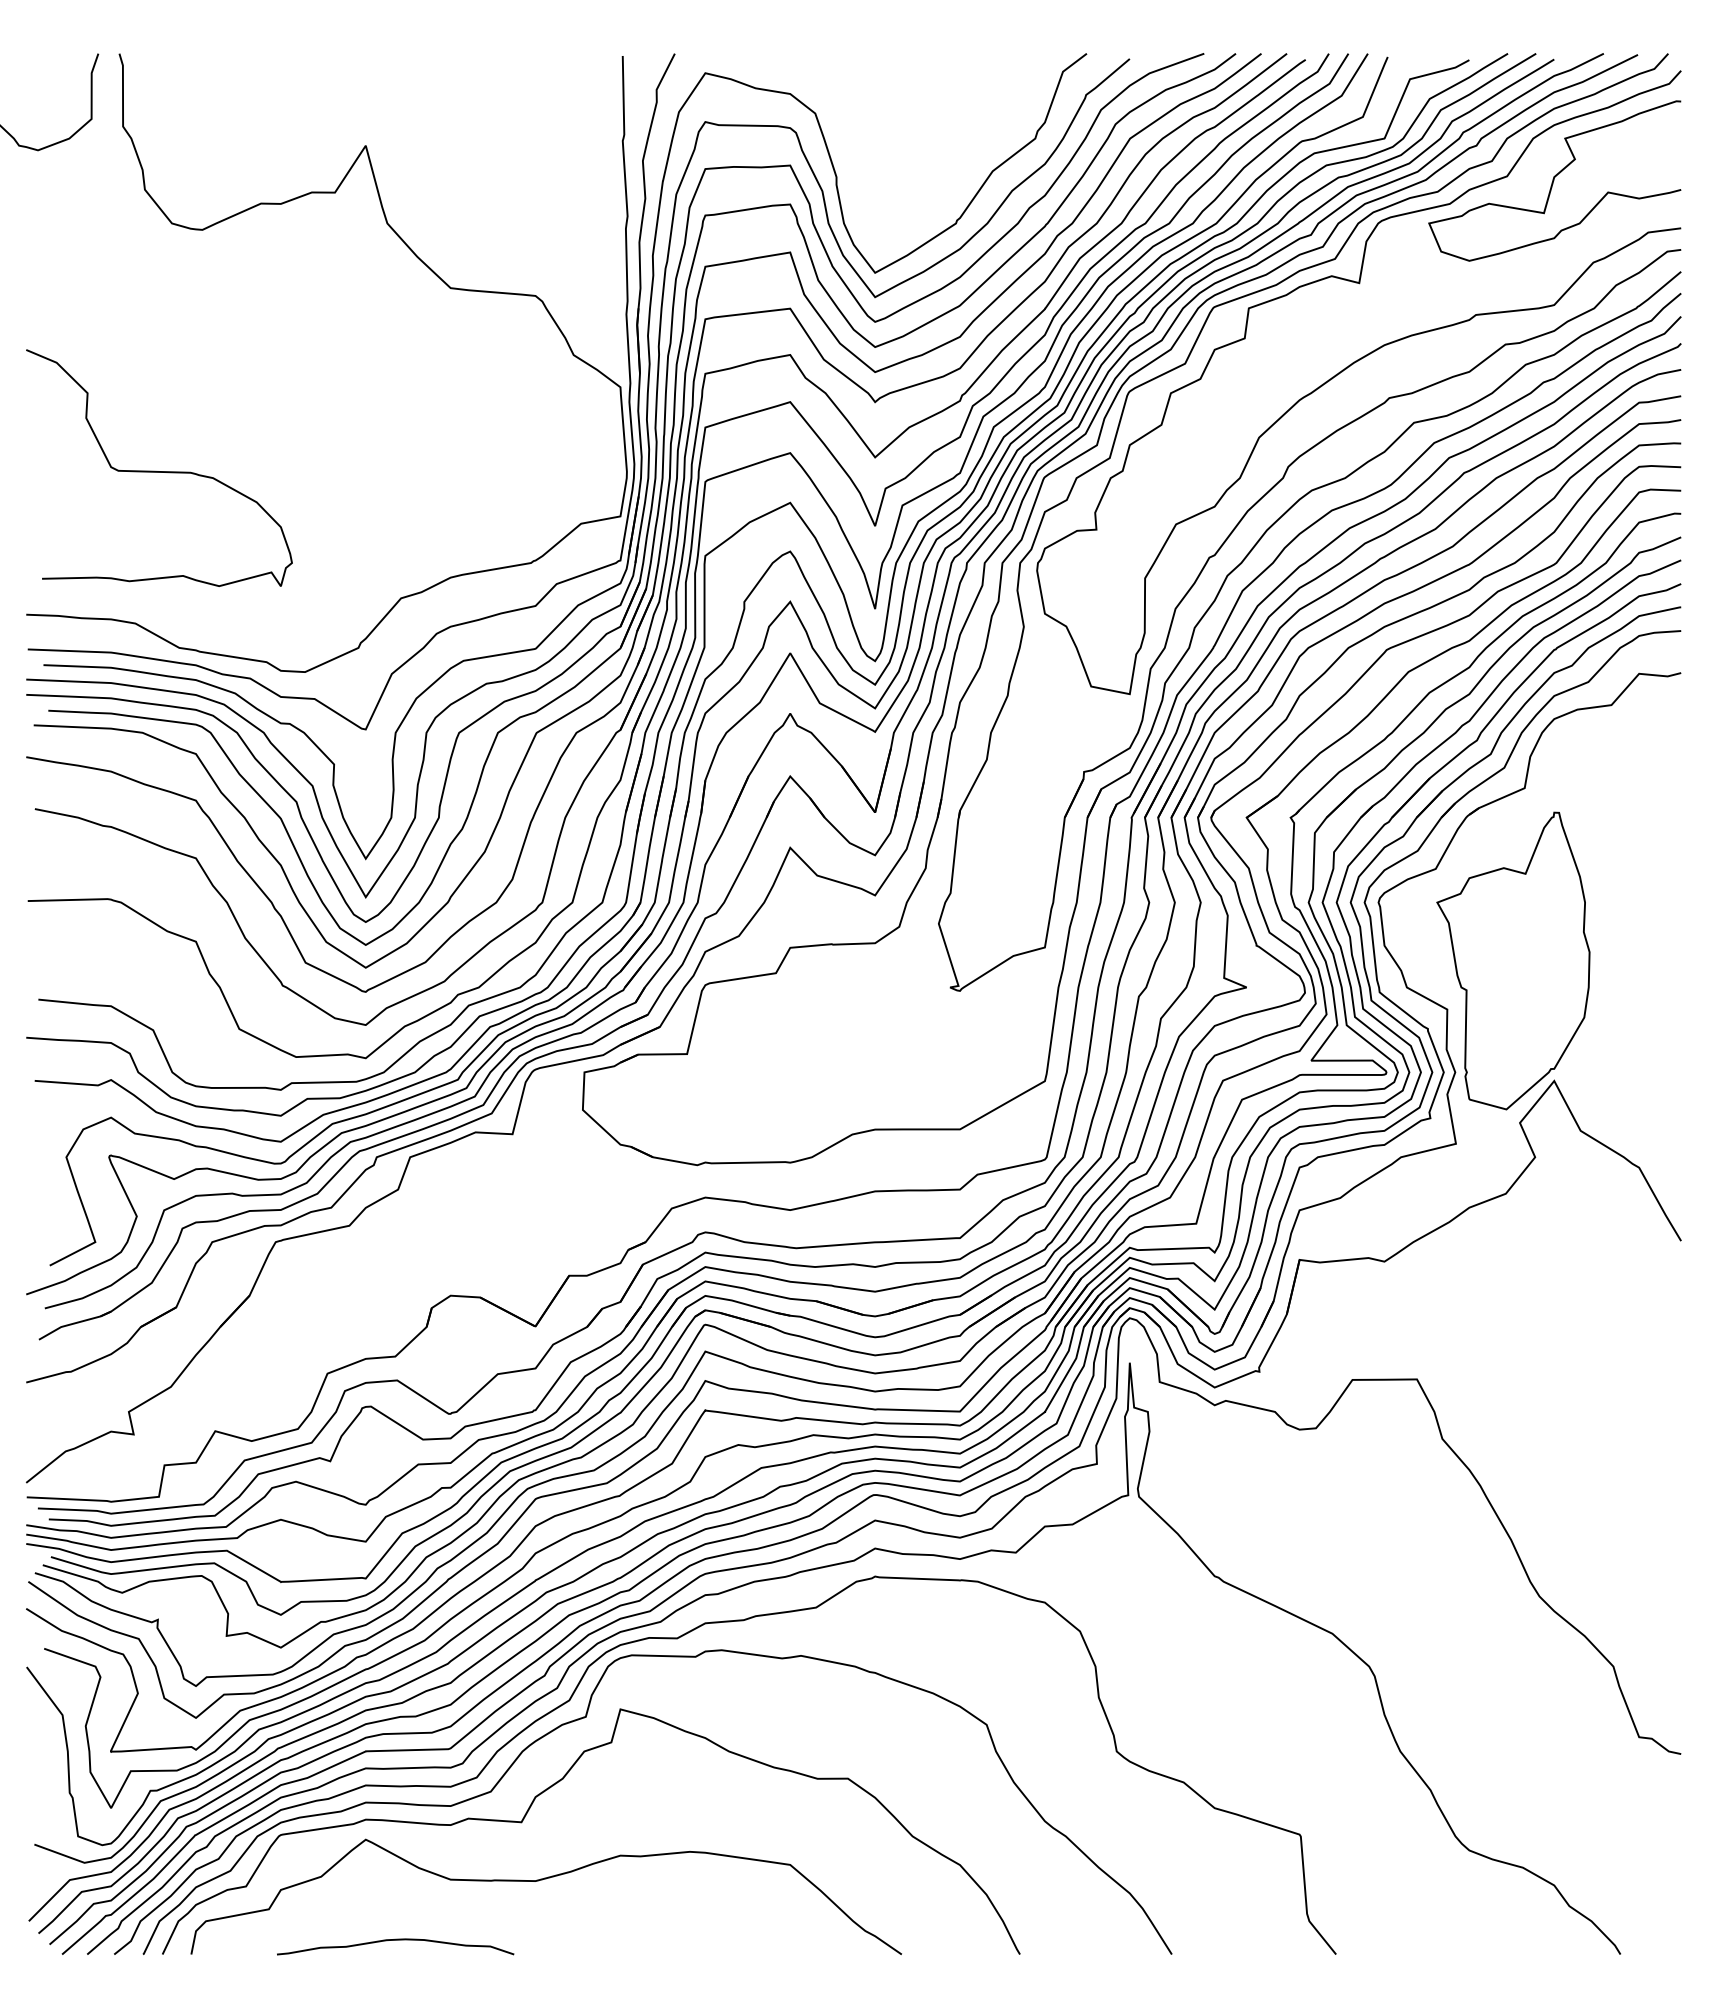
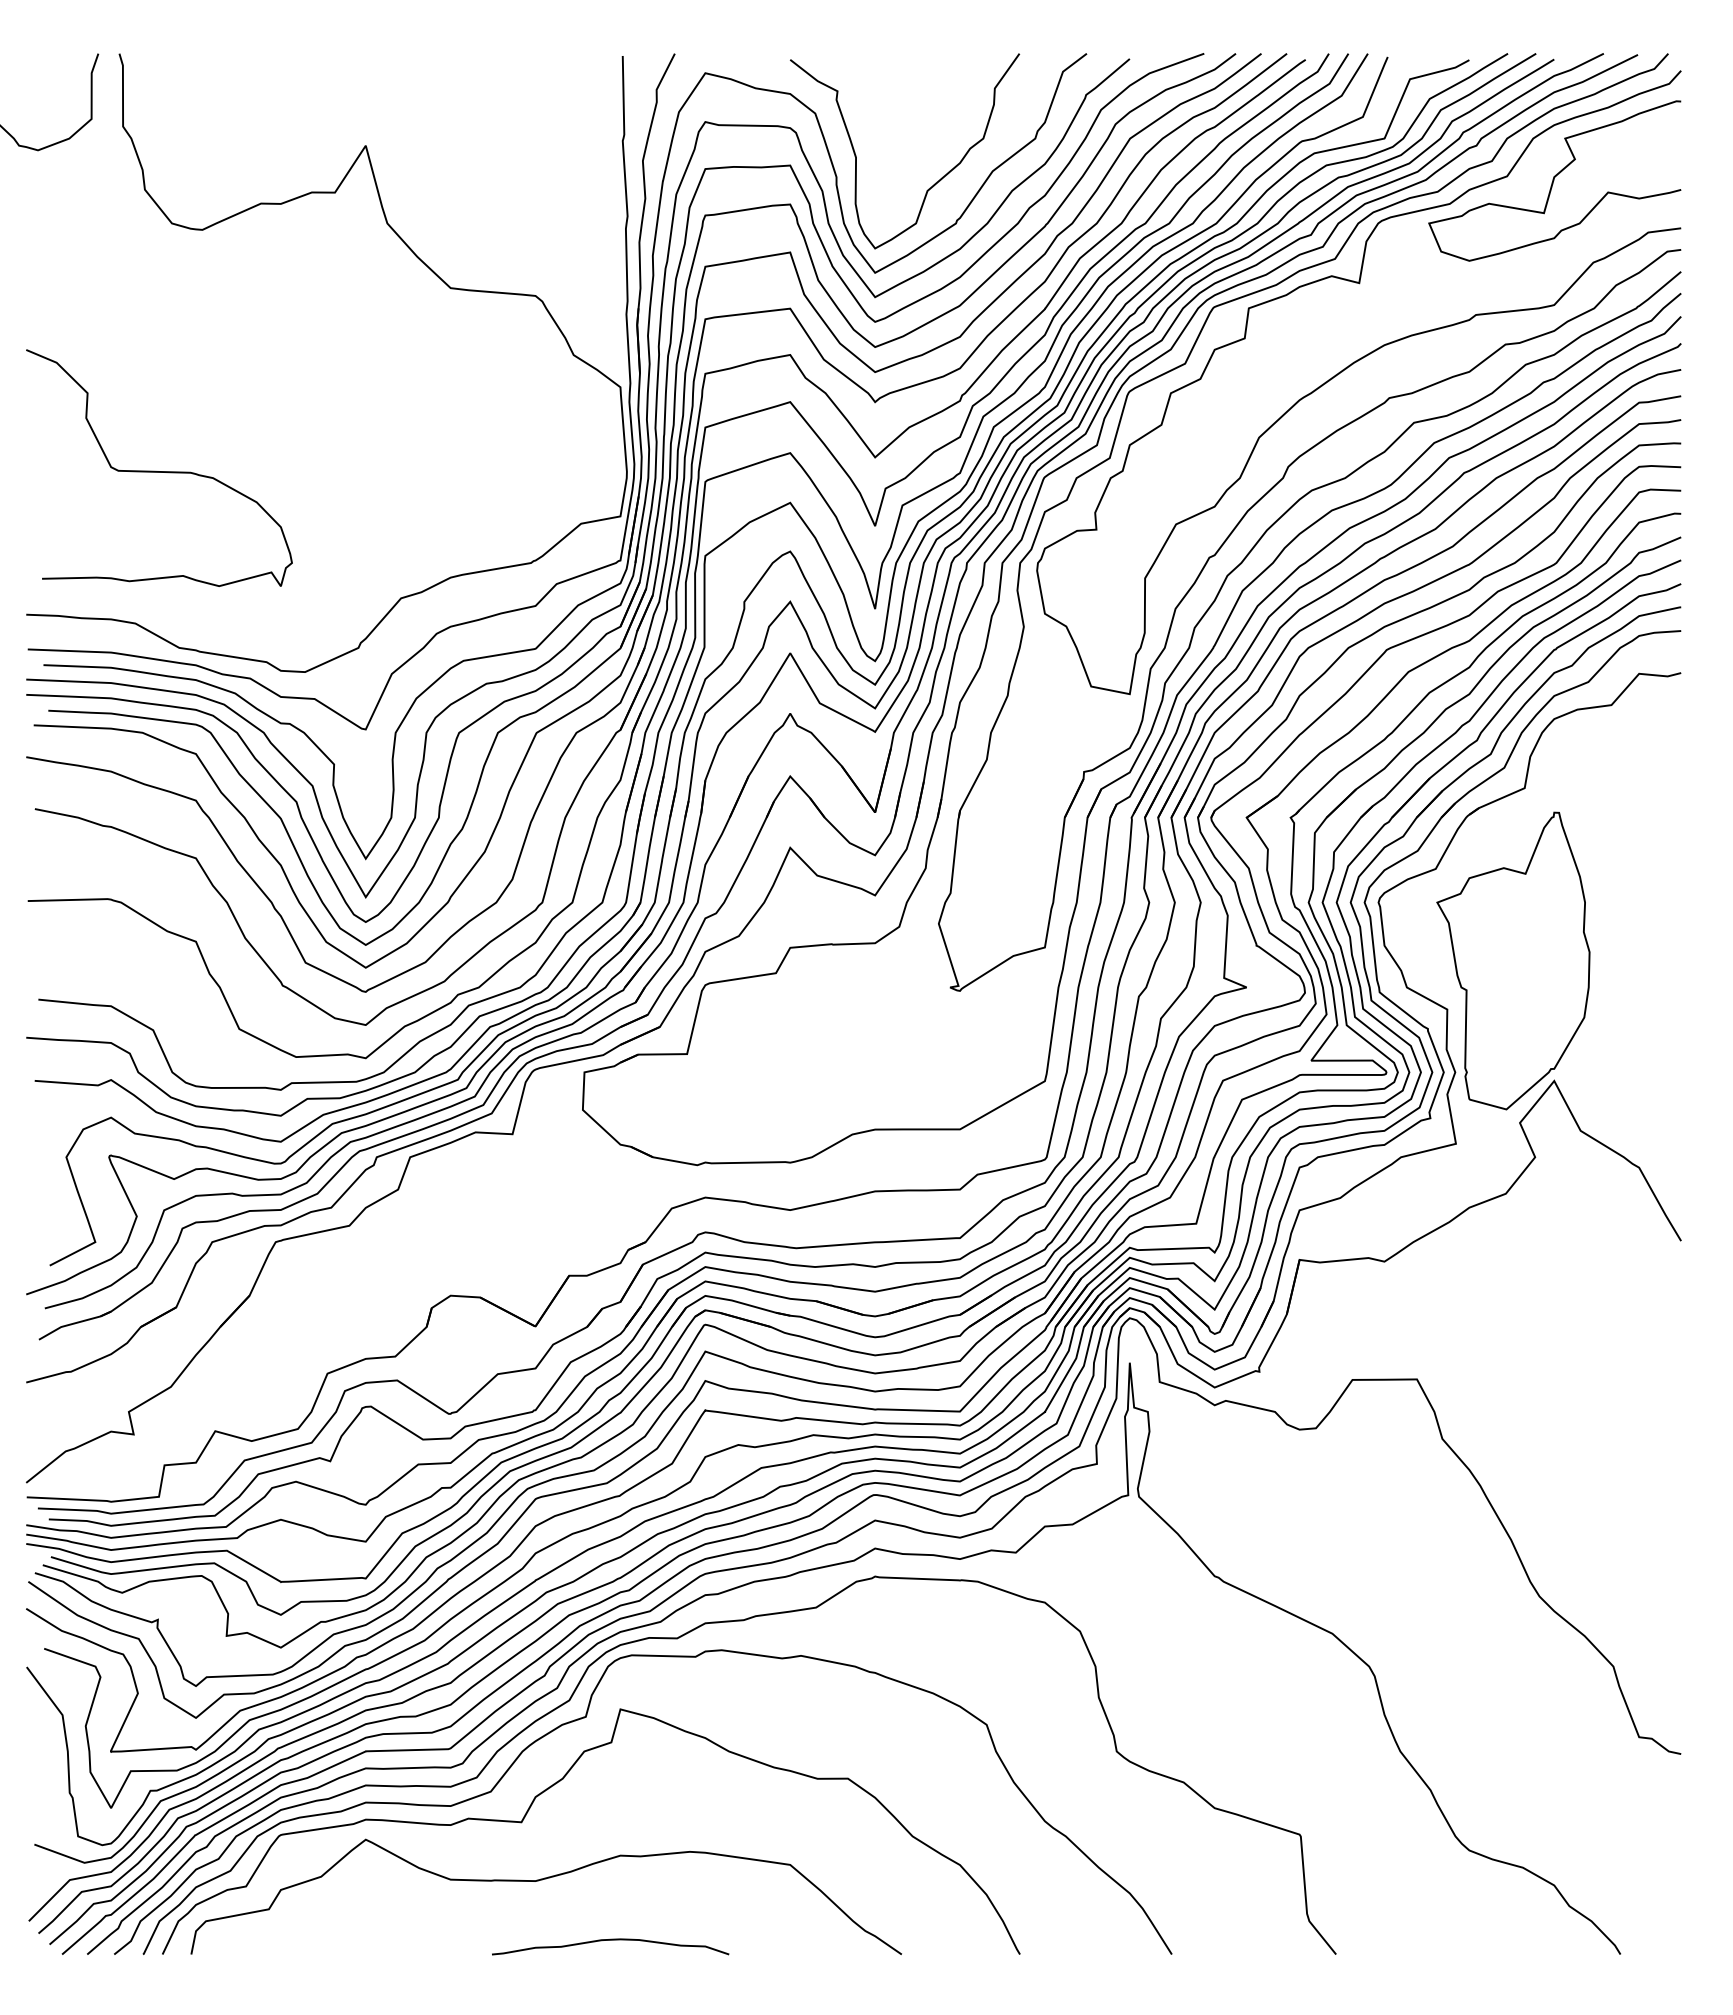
curve at (935, 182): none -> present
curve at (395, 1940) position: (395, 1940) -> (610, 1940)
